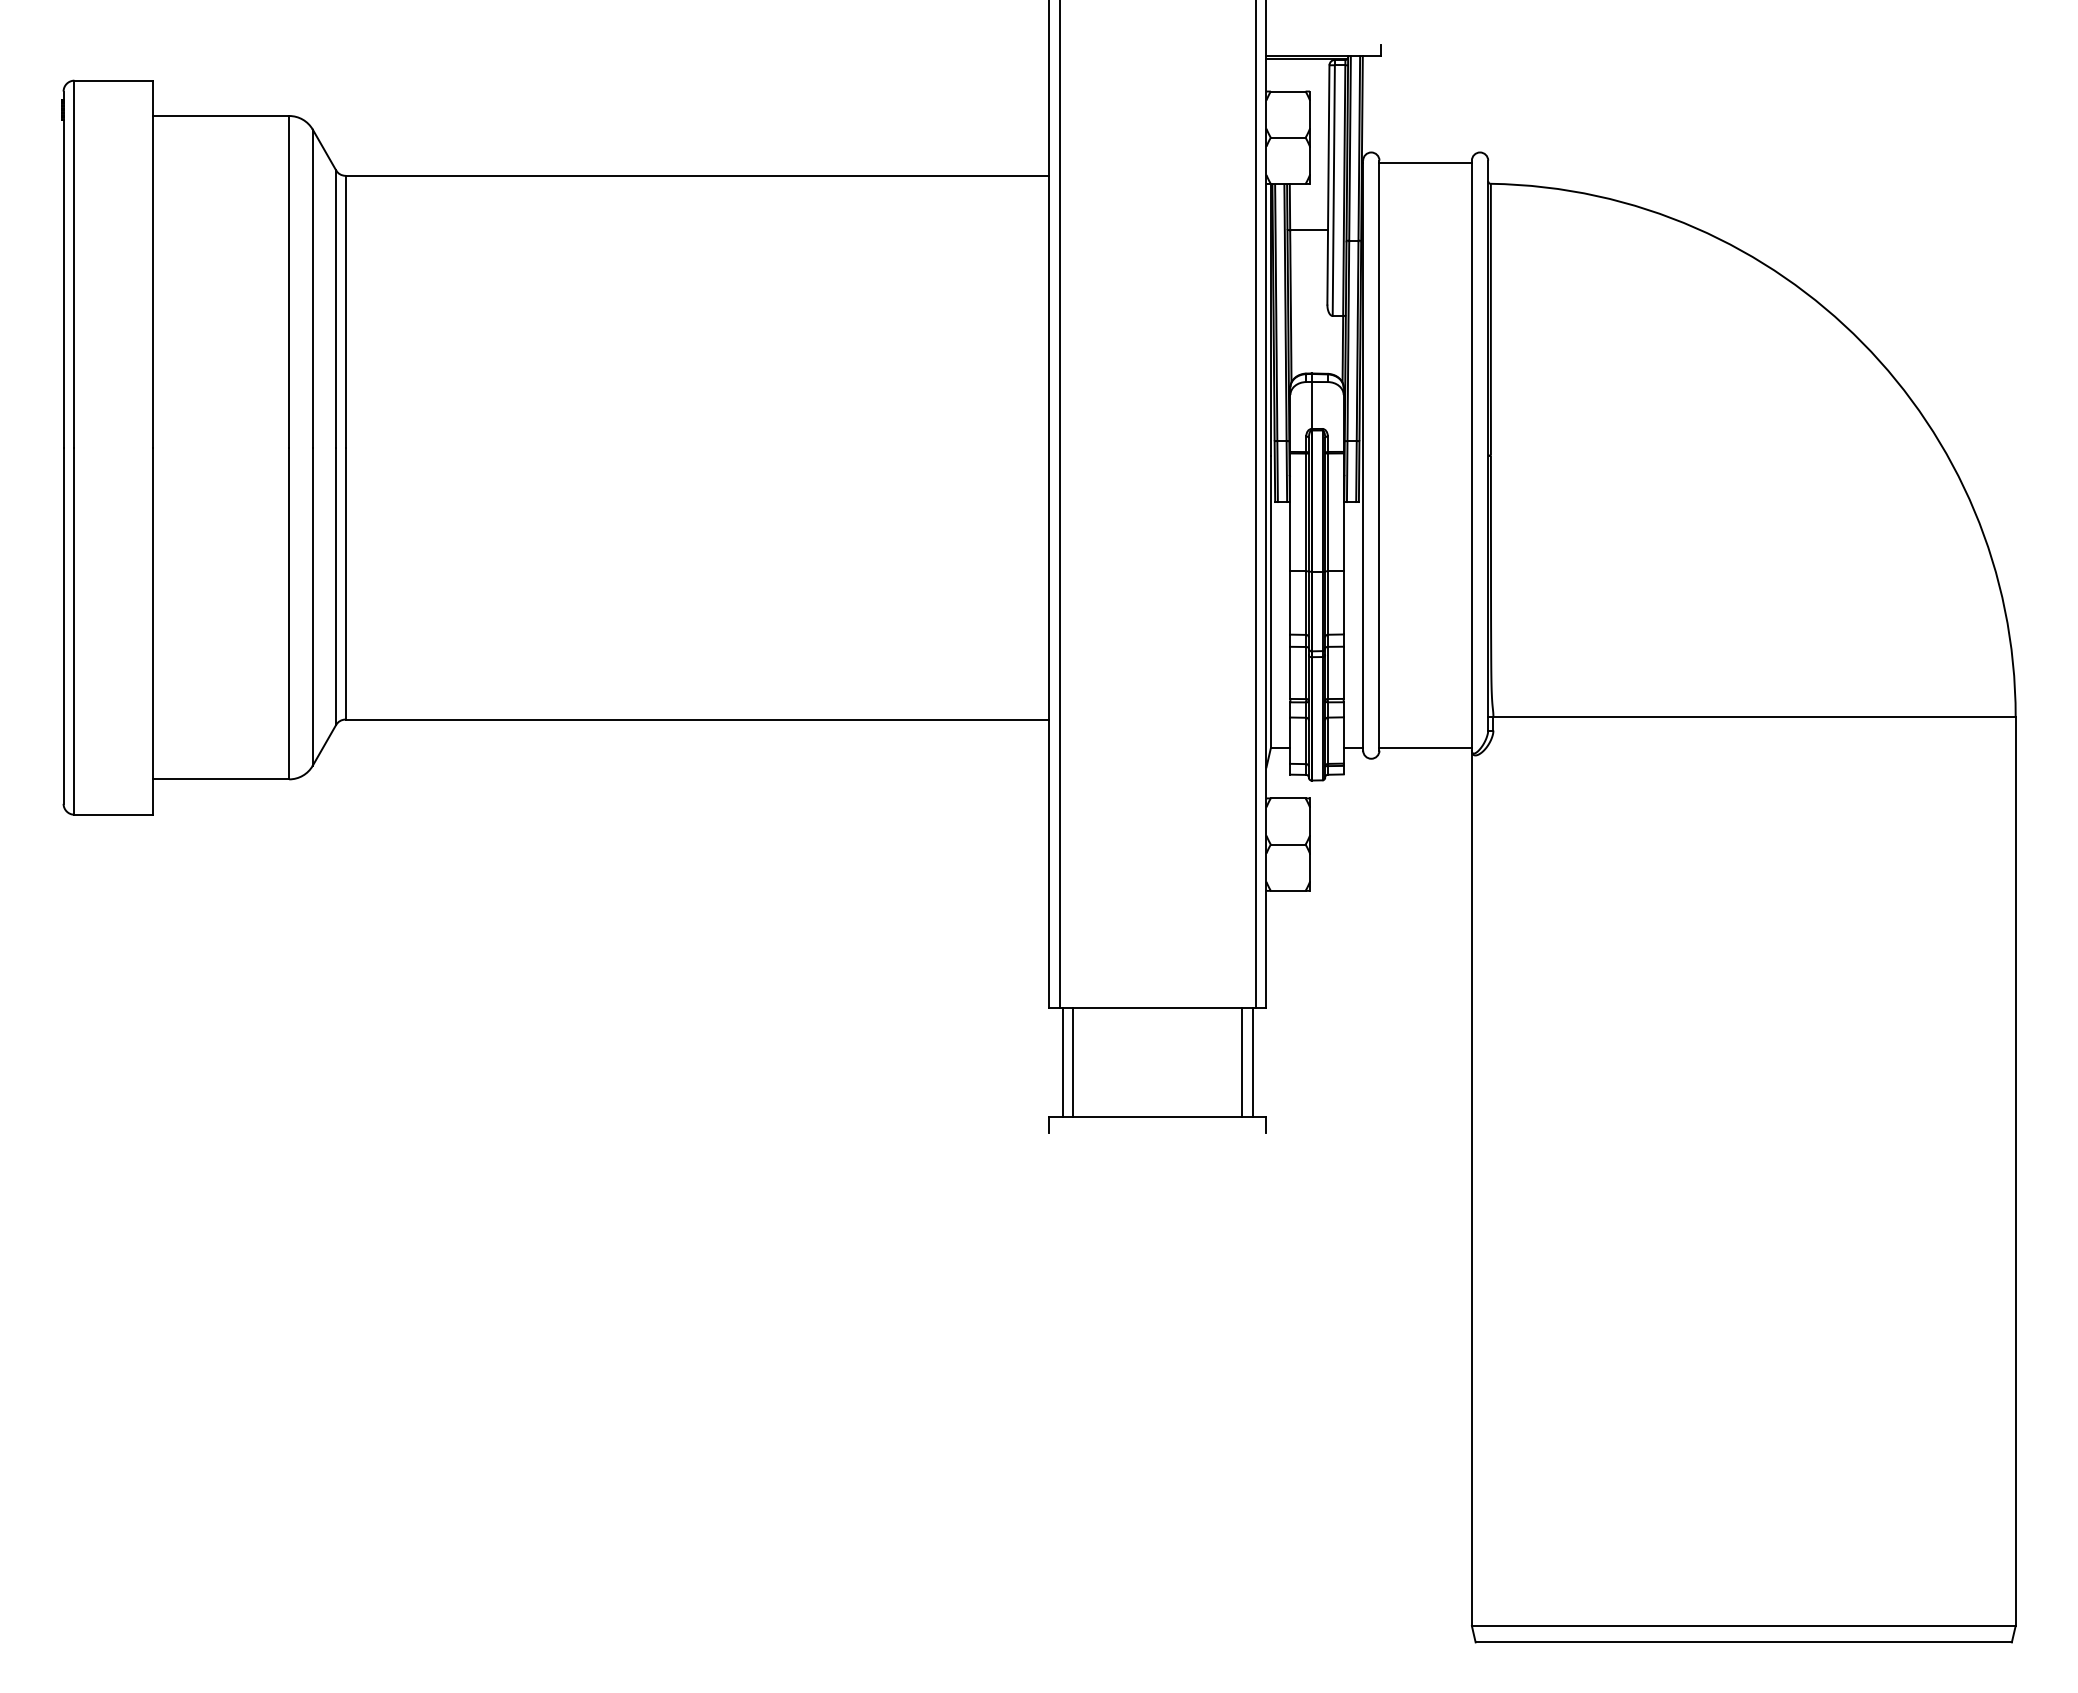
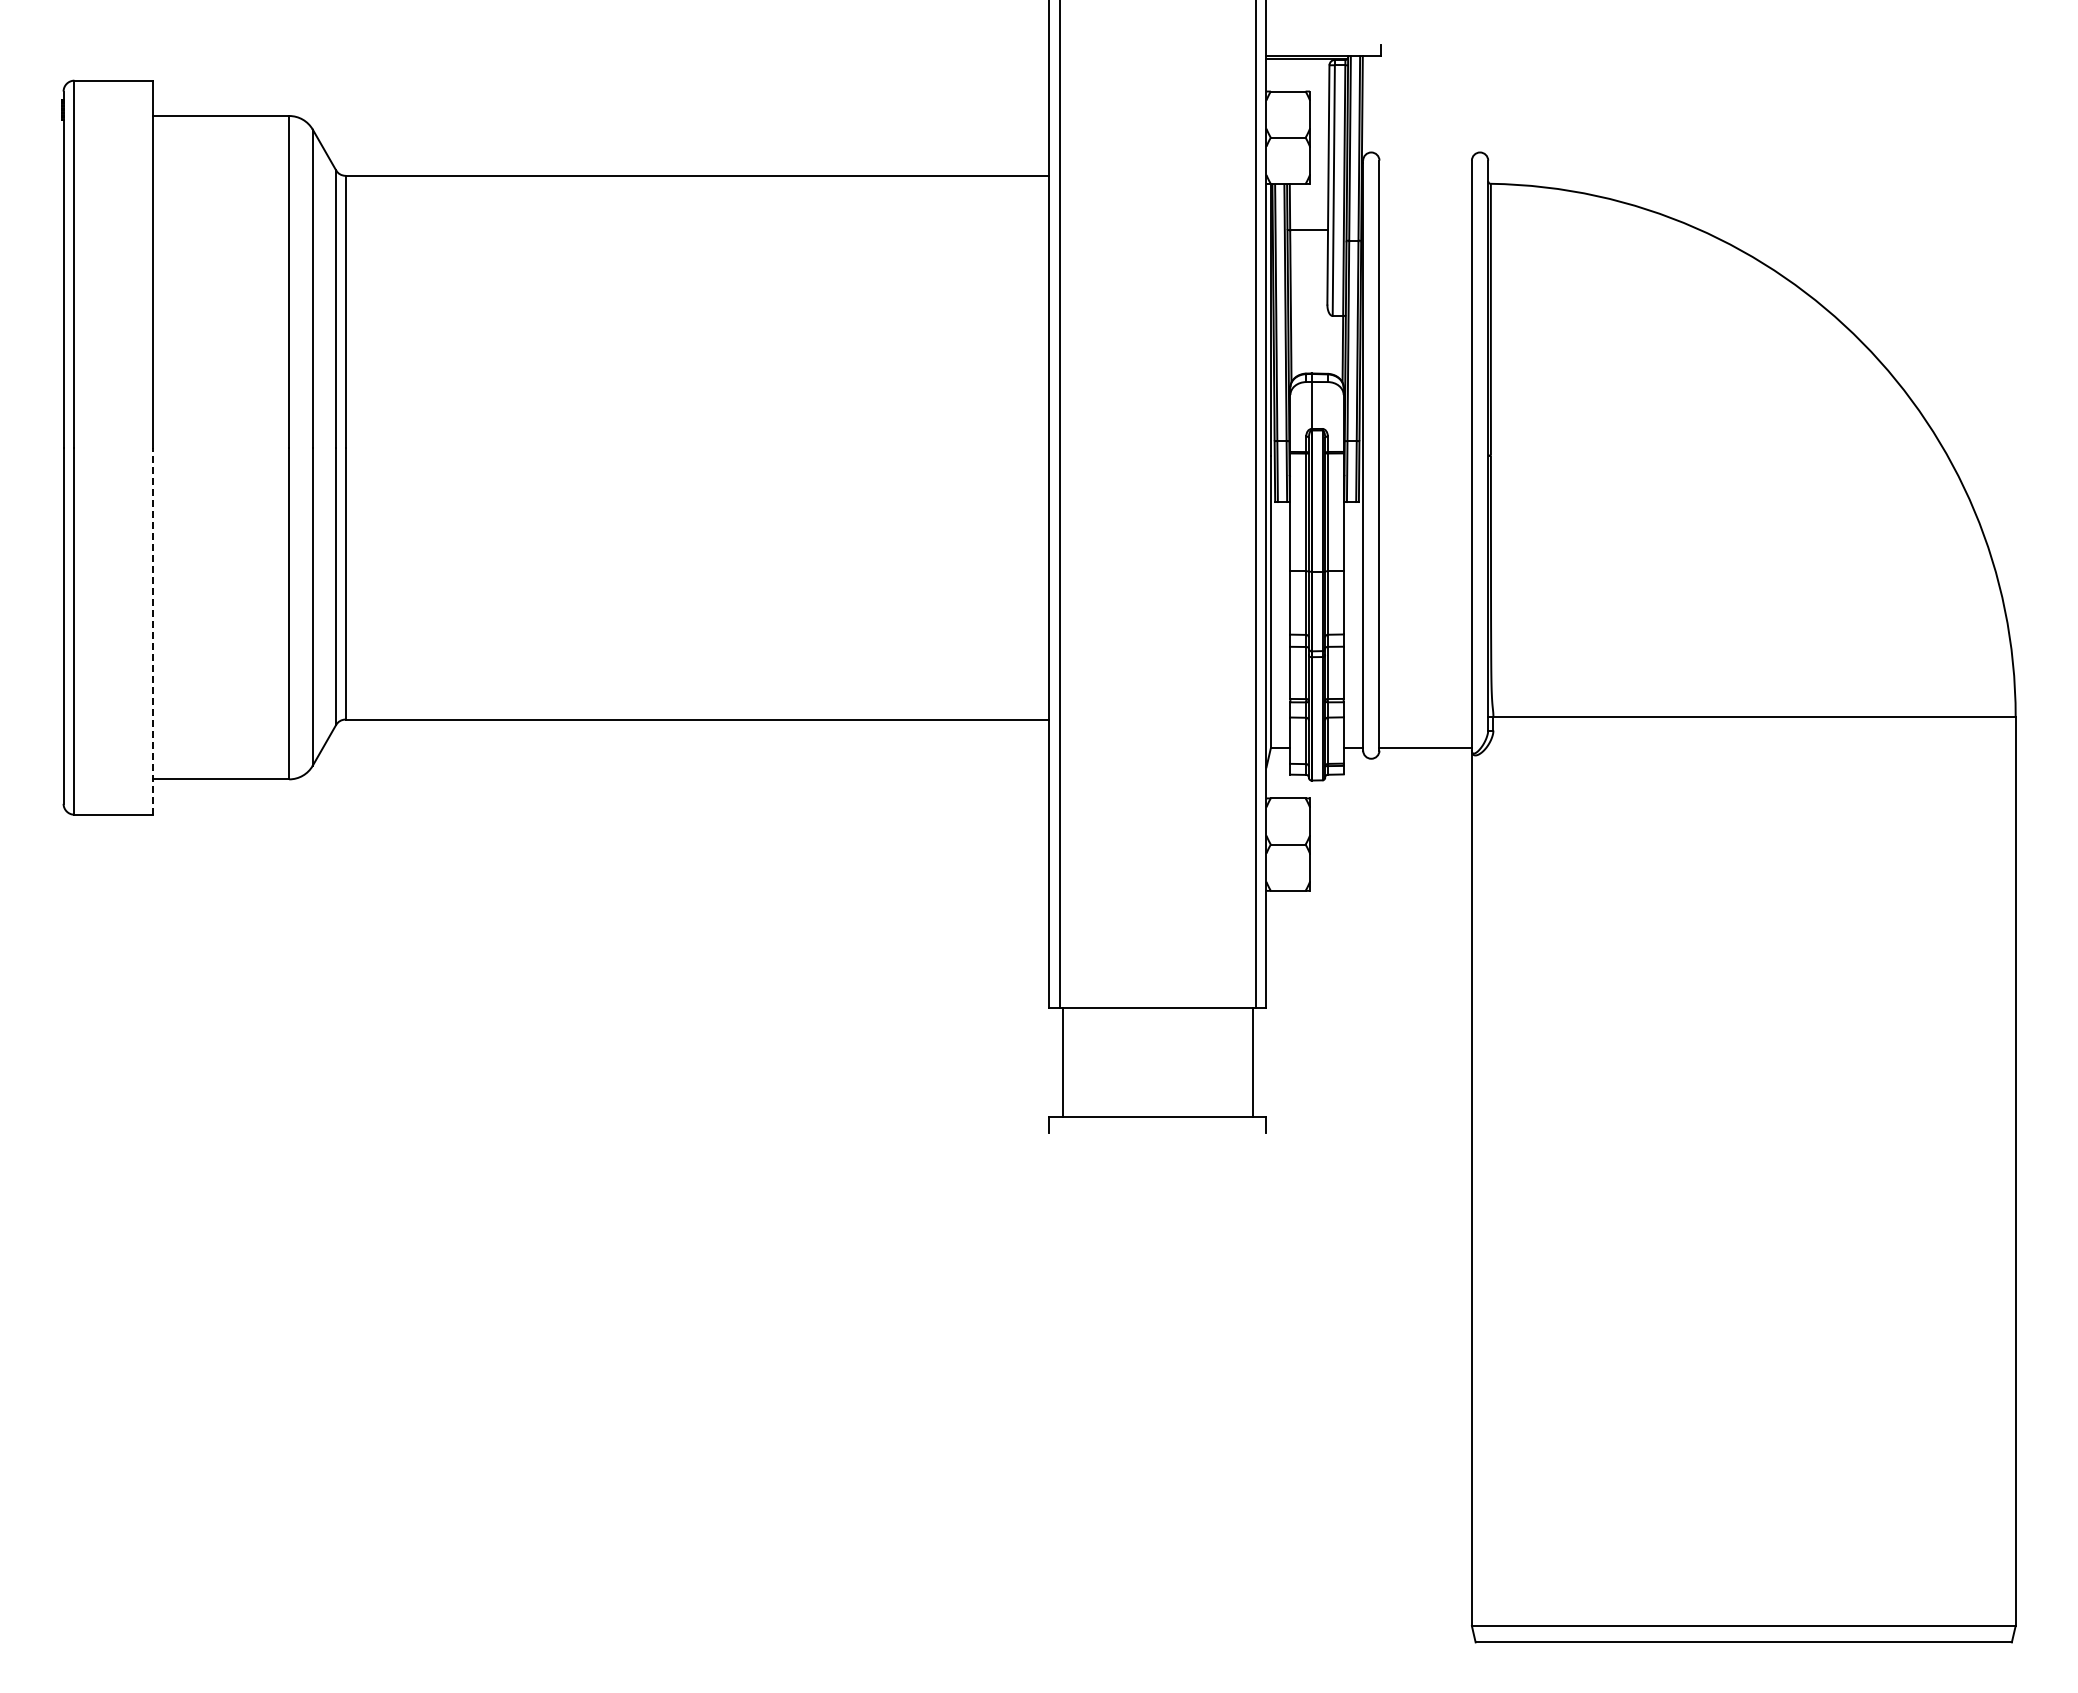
line at (1425, 163): present -> none
line at (153, 631): solid -> dashed
line at (1073, 1061): present -> none
line at (1242, 1061): present -> none
